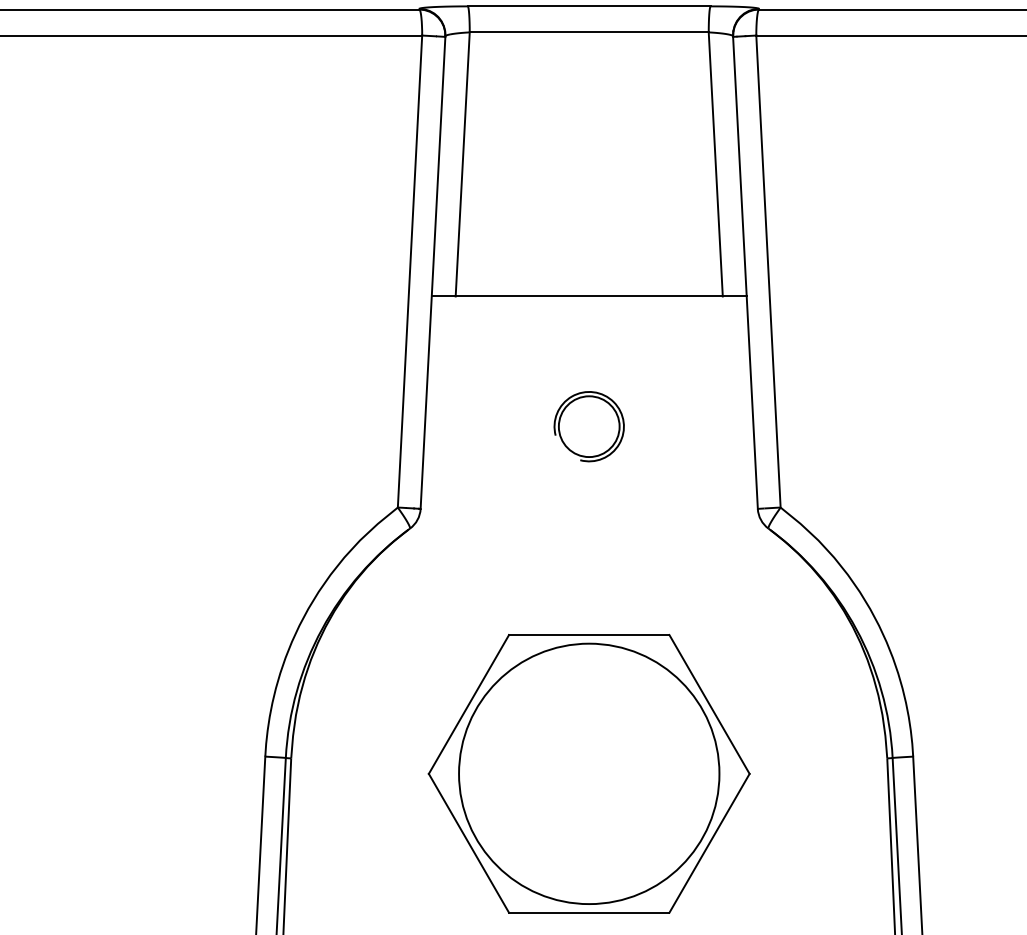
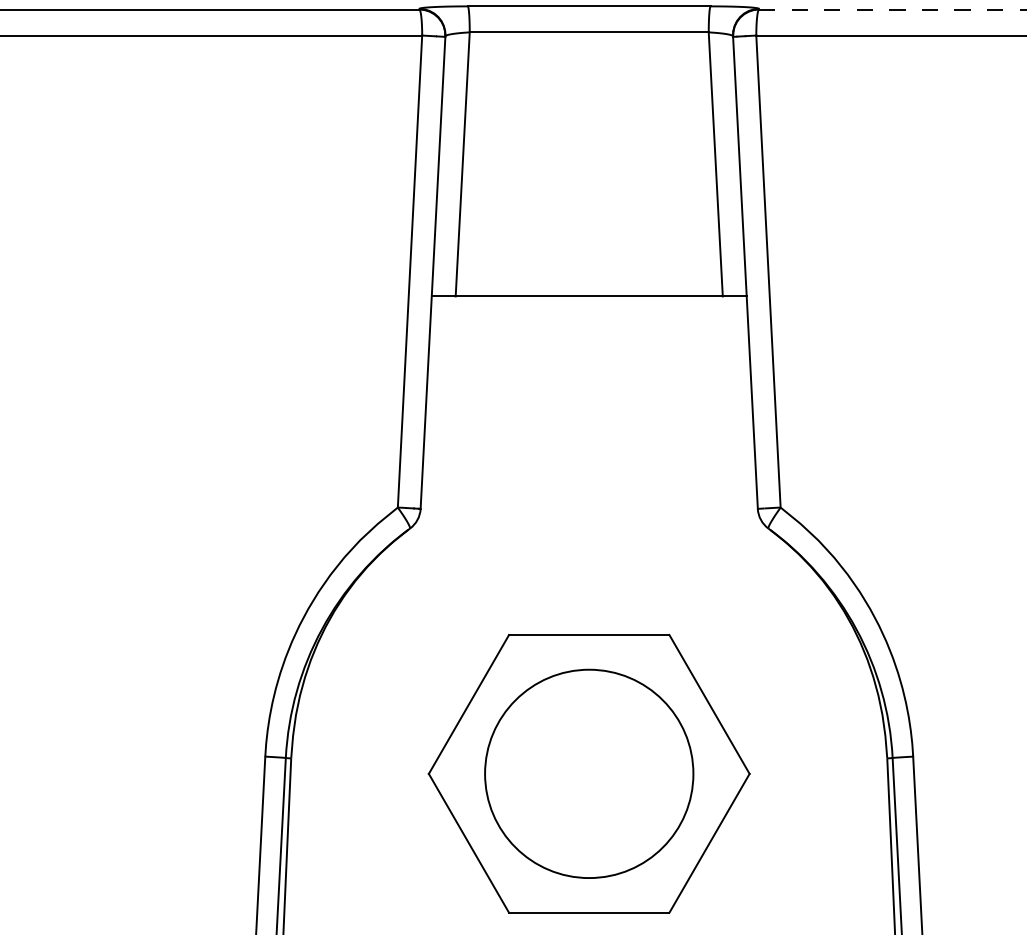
line at (892, 9): solid -> dashed
part at (588, 426): present -> none
circle at (589, 773) diameter: 260 px -> 208 px
